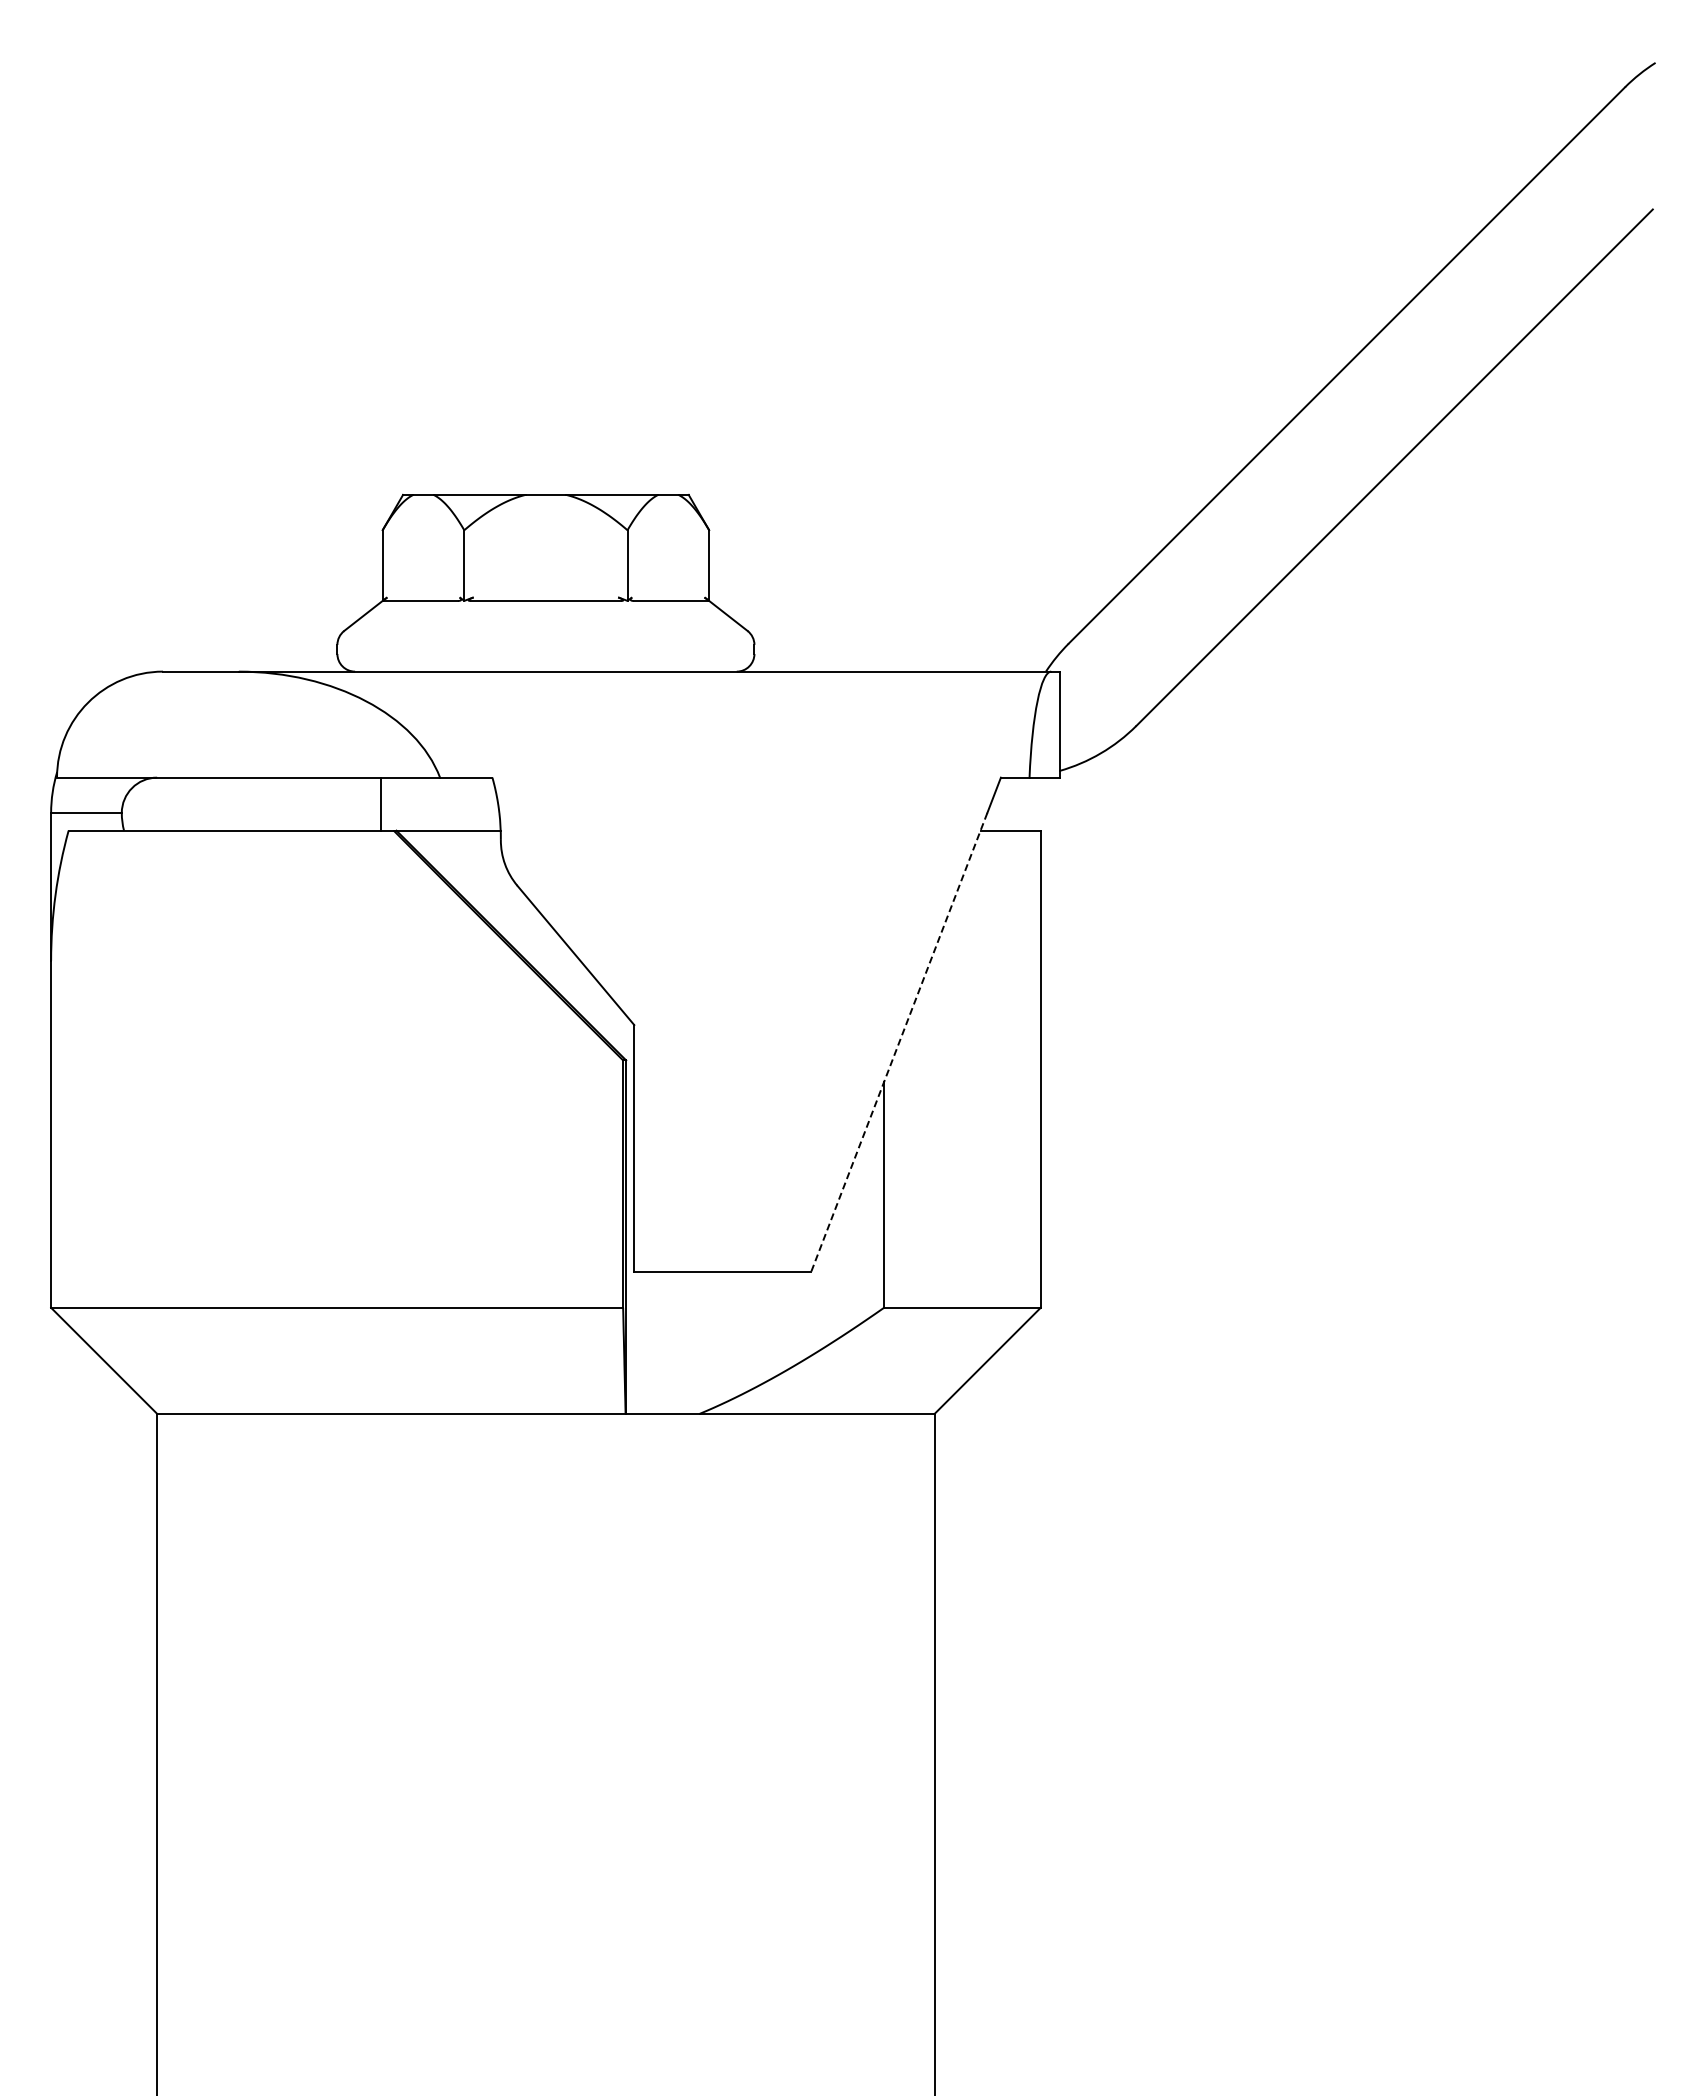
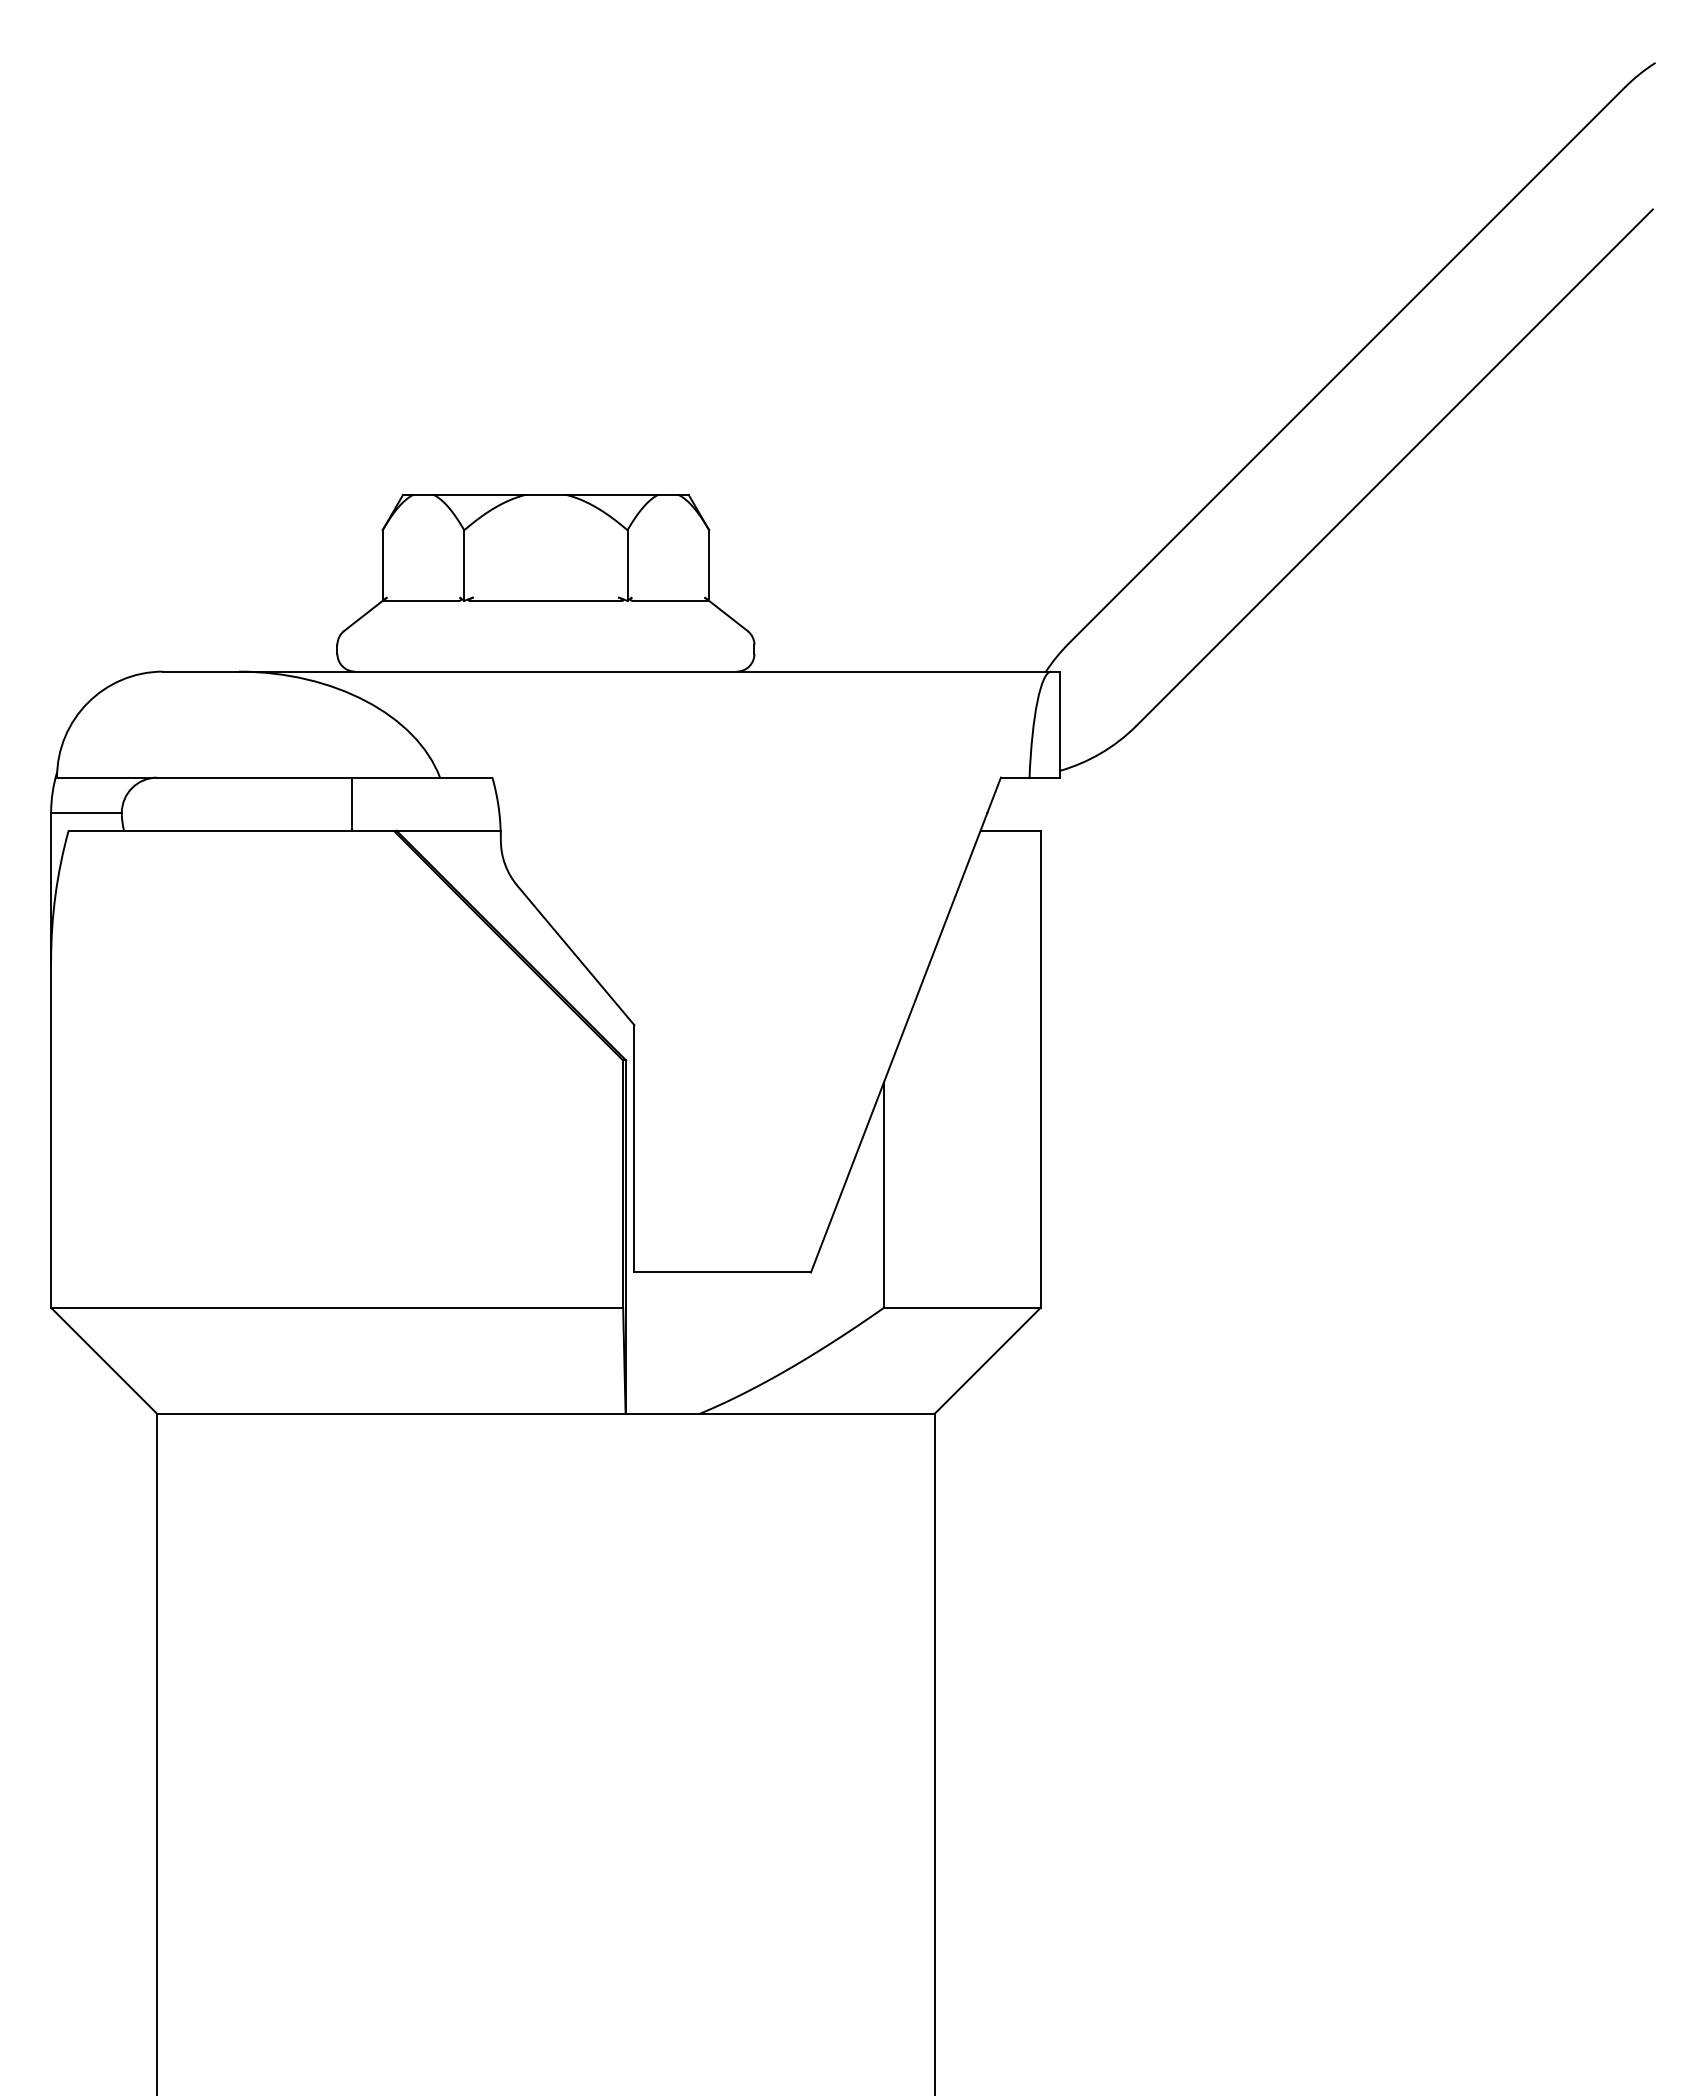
line at (380, 803) position: (380, 803) -> (351, 803)
line at (899, 1043): dashed -> solid
